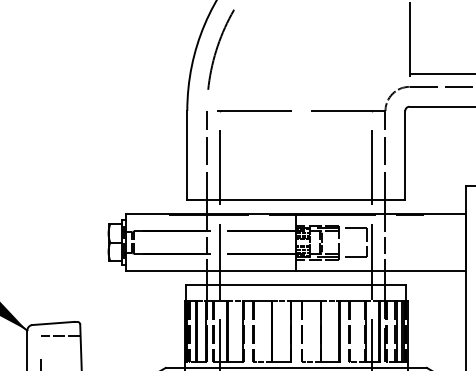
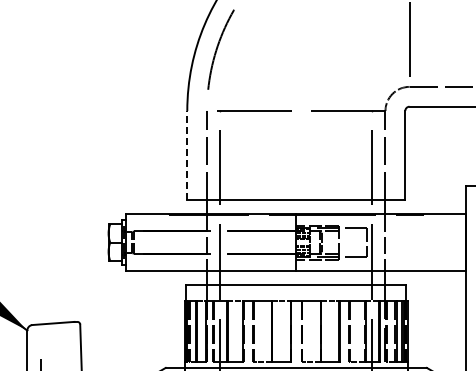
line at (440, 73): present -> none
line at (187, 155): solid -> dashed
line at (60, 336): present -> none
